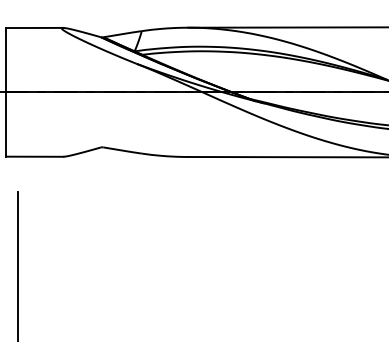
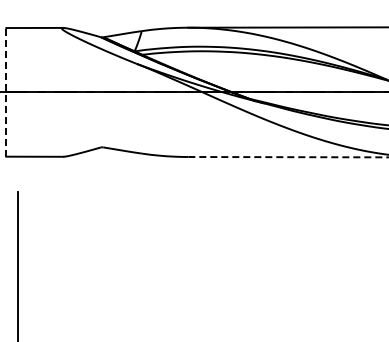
line at (6, 91): solid -> dashed
line at (288, 157): solid -> dashed
